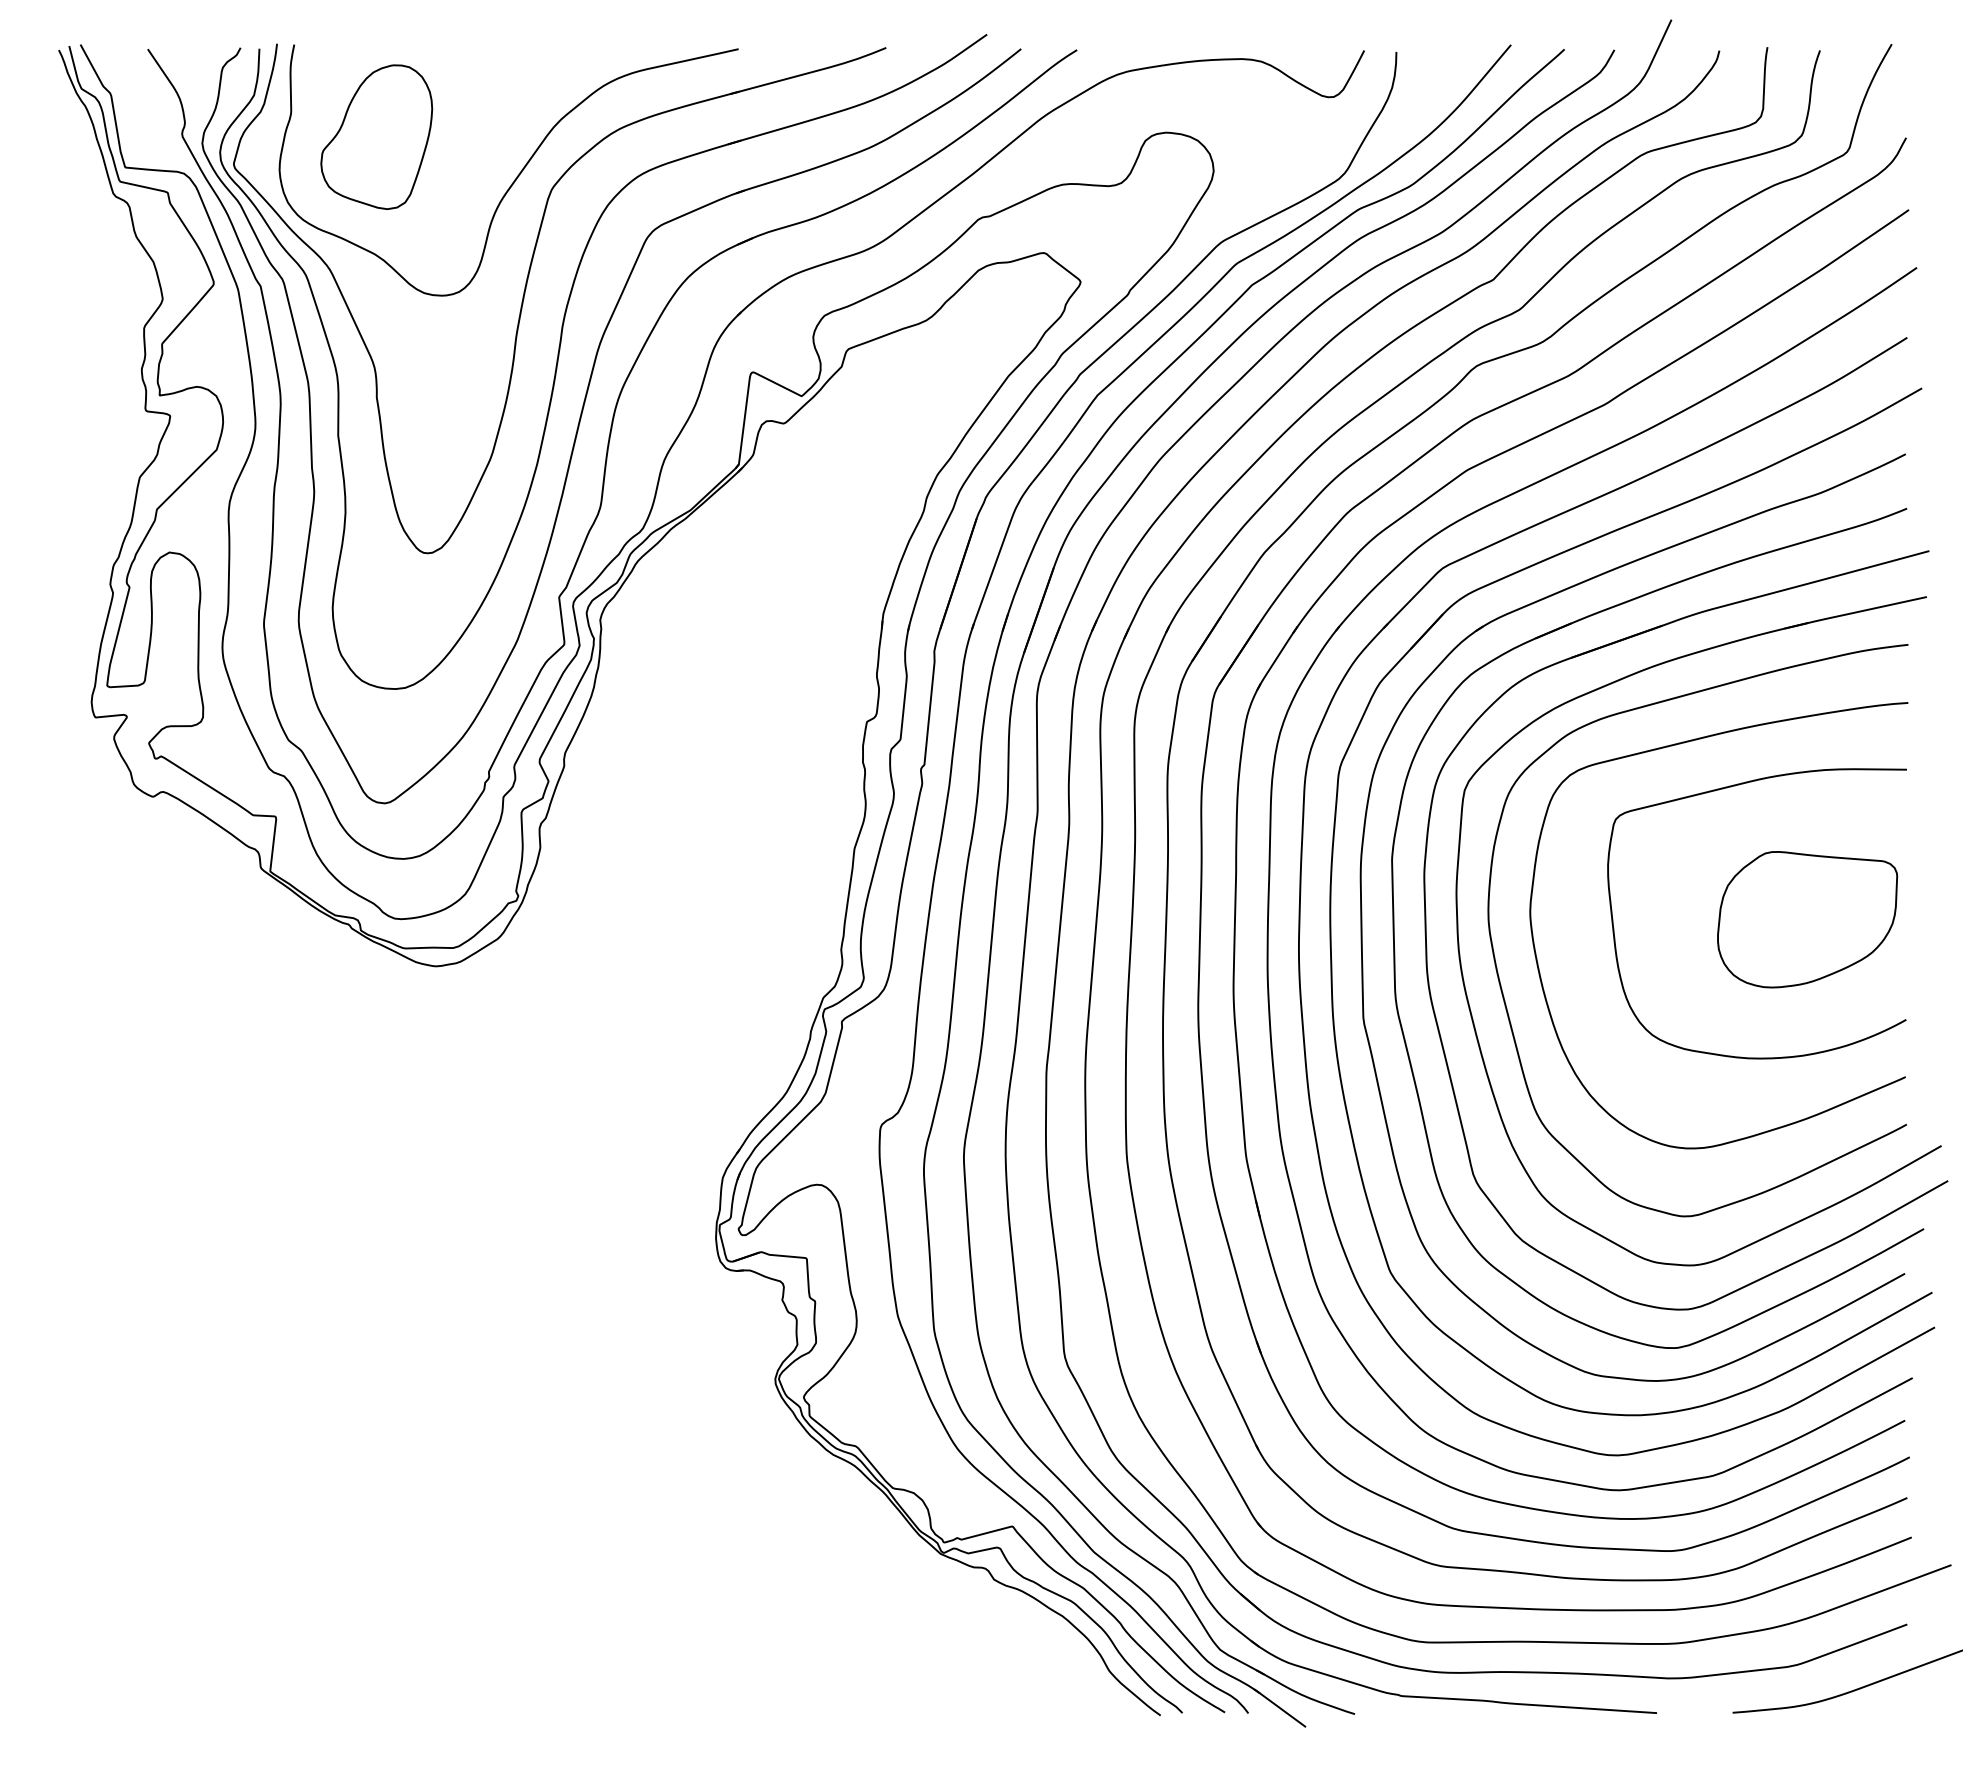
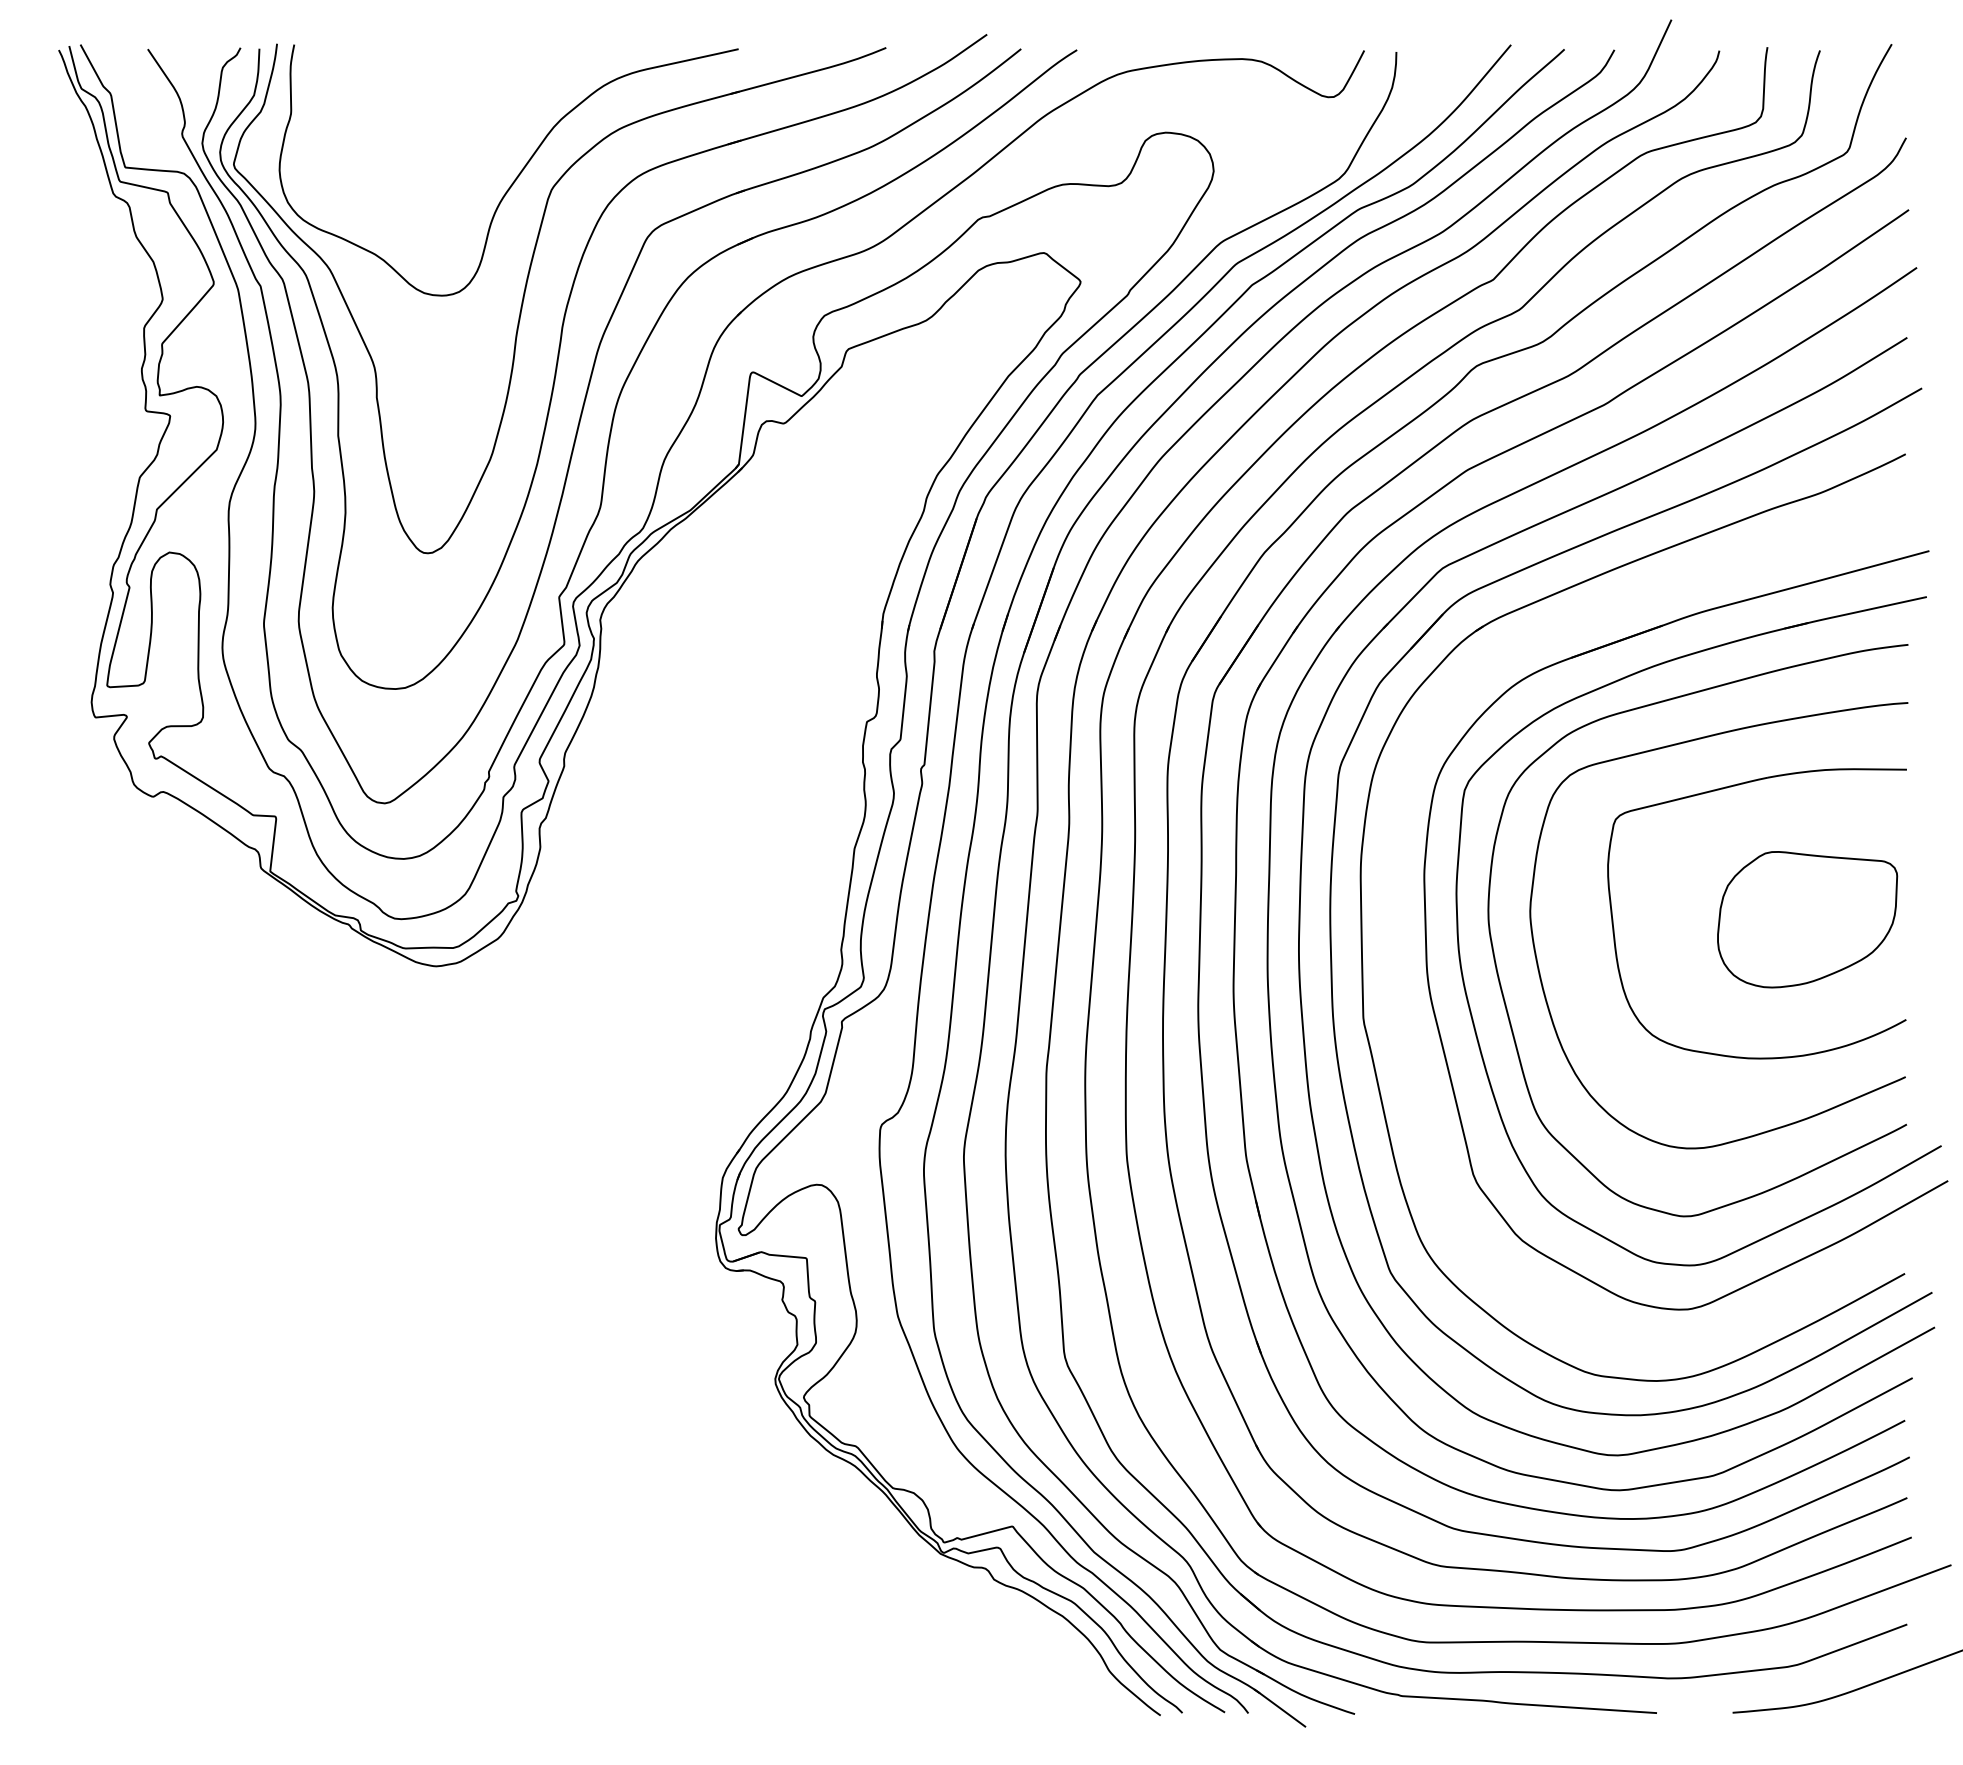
part at (376, 137): present -> none
part at (1394, 927): present -> none
